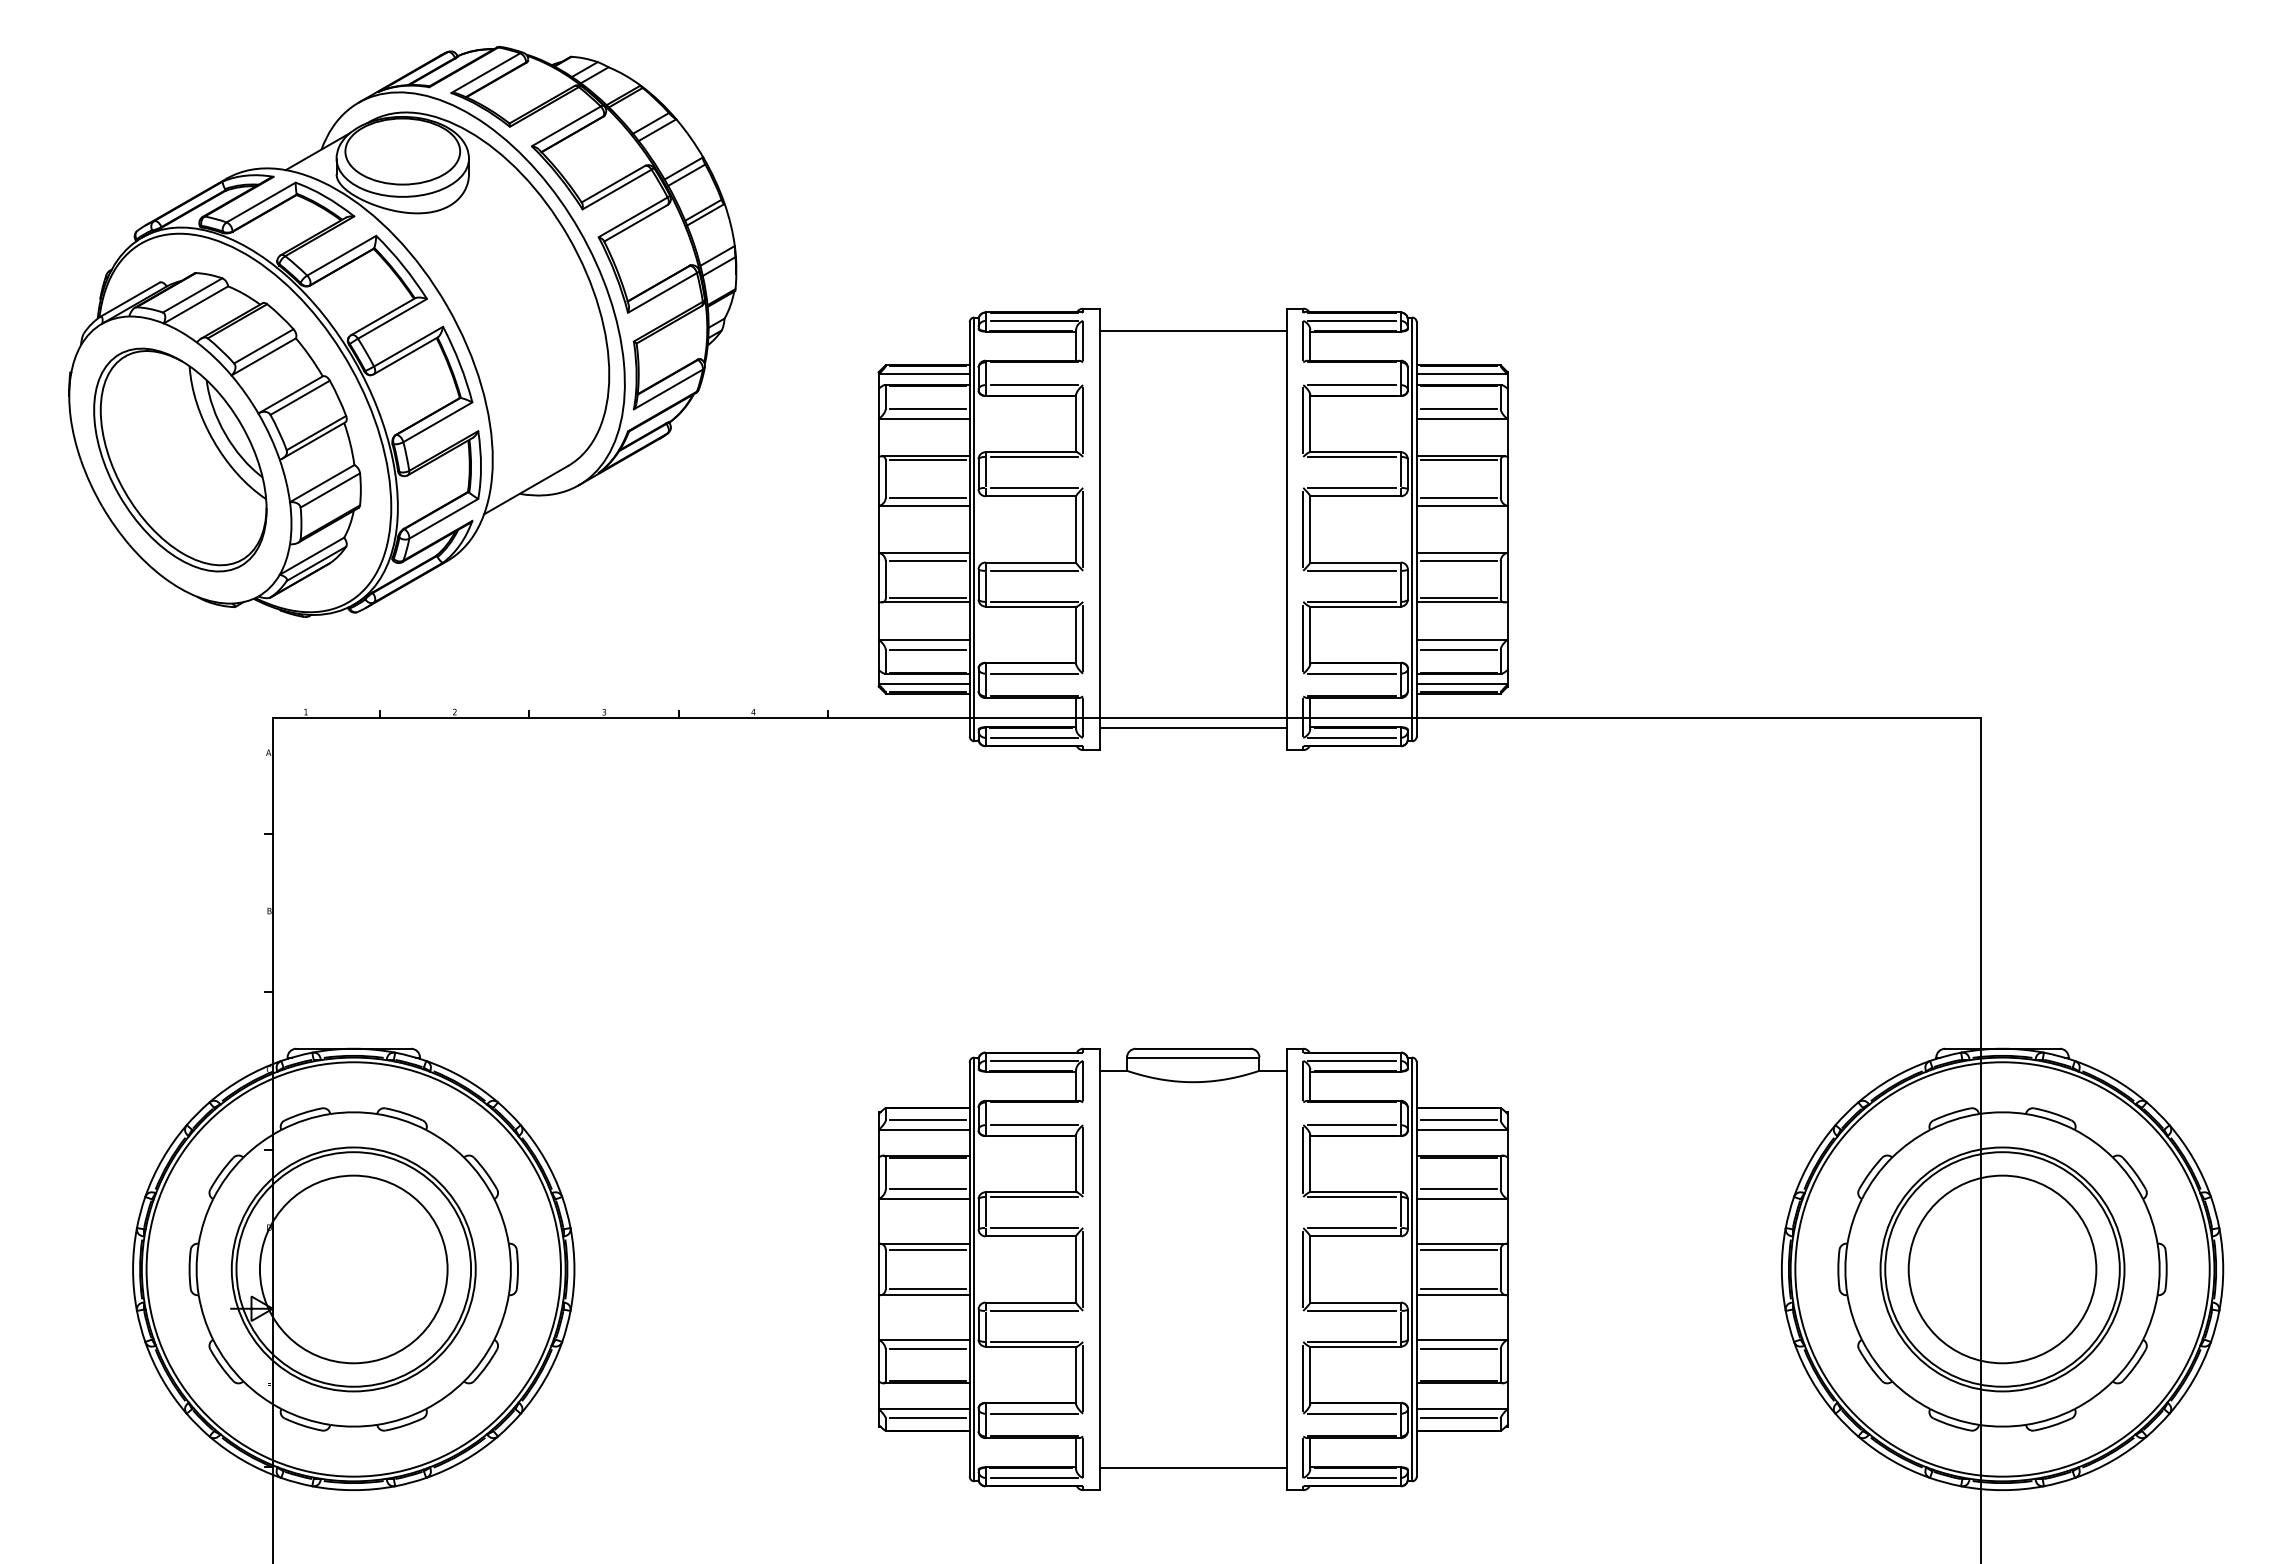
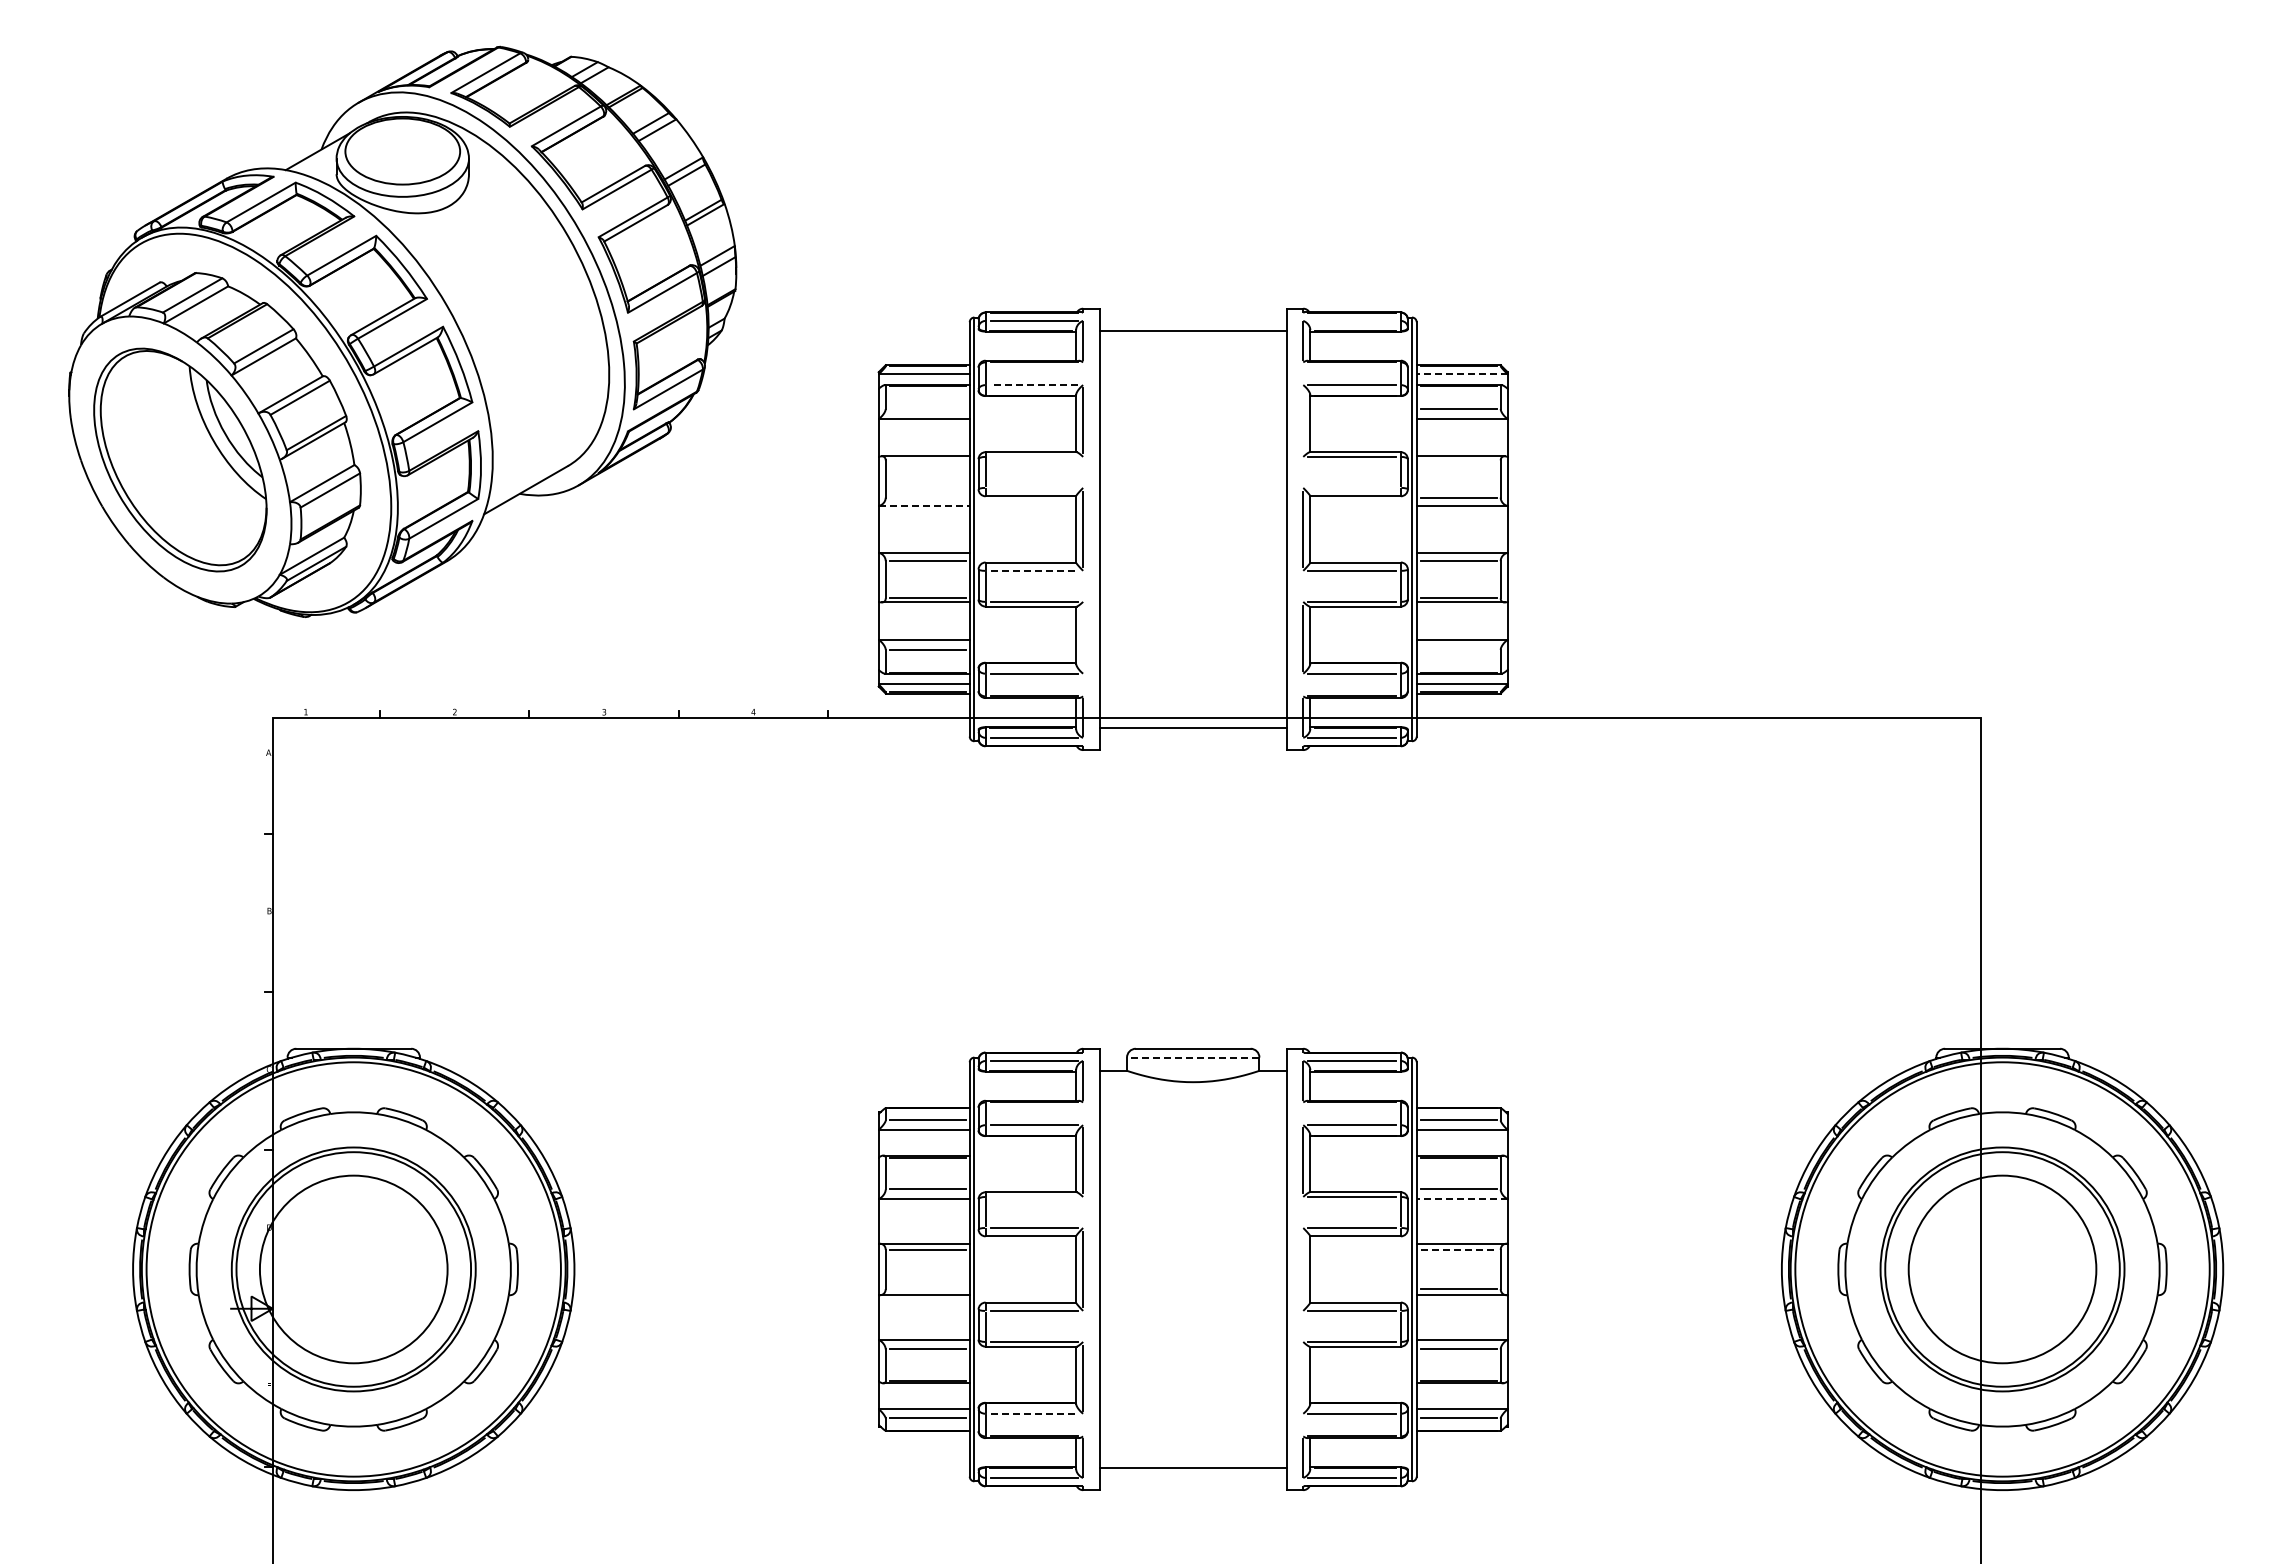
line at (1351, 320): present -> none
line at (1462, 374): solid -> dashed
line at (1034, 385): solid -> dashed
line at (927, 409): present -> none
line at (1303, 420): present -> none
line at (1034, 456): present -> none
line at (927, 460): present -> none
line at (1458, 460): present -> none
line at (1034, 487): present -> none
line at (1351, 487): present -> none
line at (927, 497): present -> none
line at (924, 505): solid -> dashed
line at (1034, 570): solid -> dashed
line at (1083, 637): present -> none
line at (1458, 649): present -> none
line at (1192, 1057): solid -> dashed
line at (1034, 1196): present -> none
line at (1462, 1199): solid -> dashed
line at (1458, 1249): solid -> dashed
line at (1303, 1269): present -> none
line at (927, 1289): present -> none
line at (1303, 1377): present -> none
line at (1034, 1413): solid -> dashed
